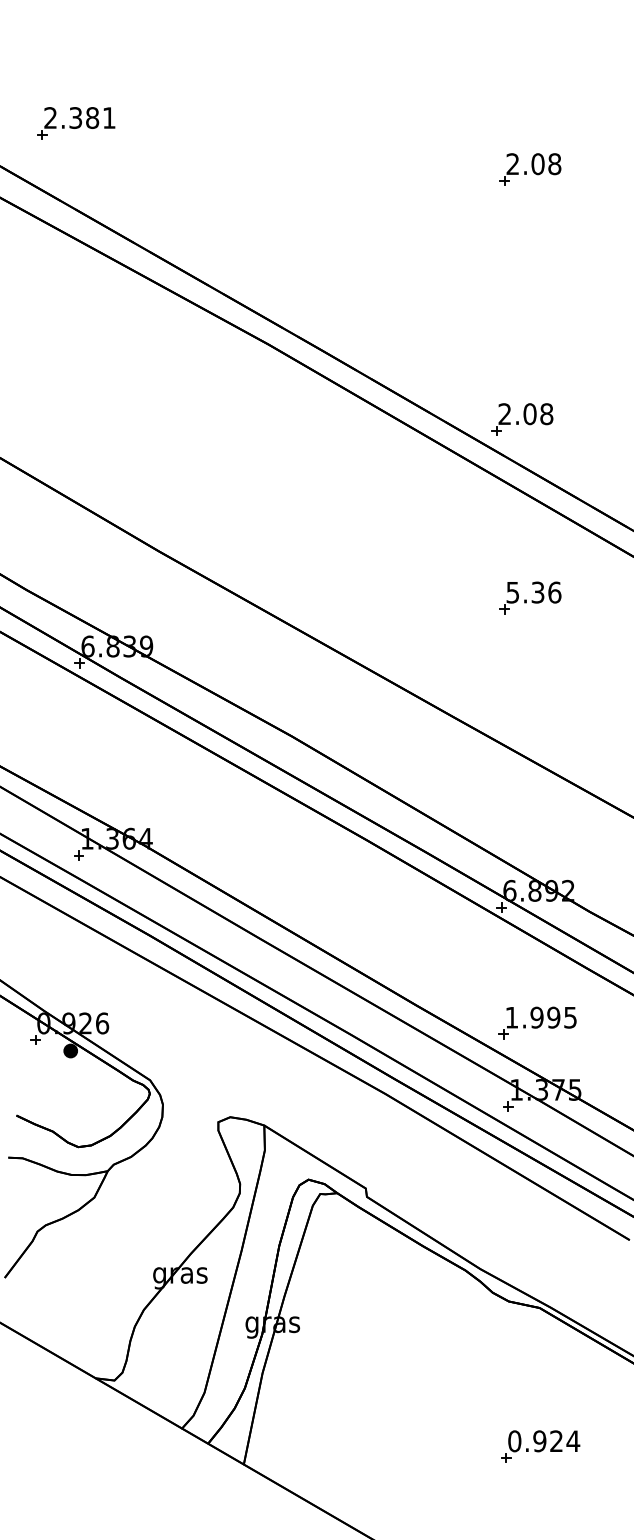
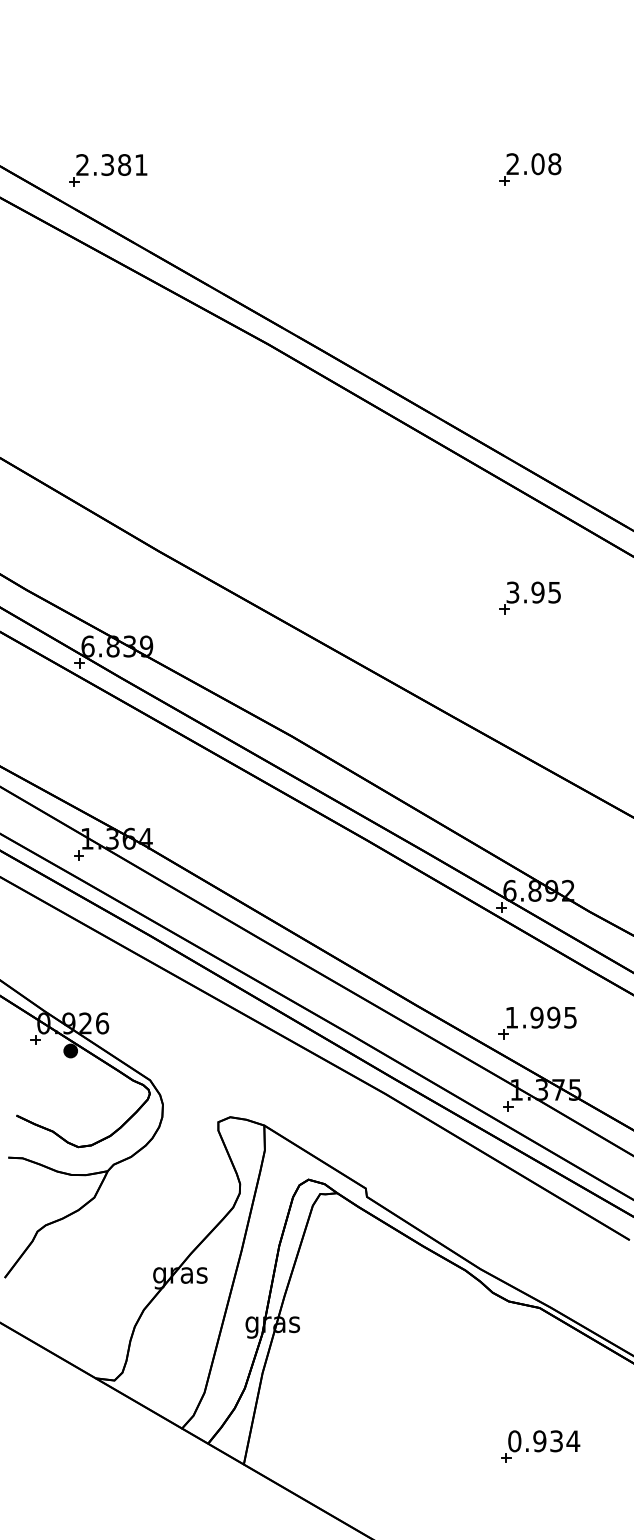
part at (76, 123) position: (76, 123) -> (108, 170)
part at (522, 419): present -> none
text at (534, 592): 5.36 -> 3.95
text at (556, 1441): 0.924 -> 0.934
